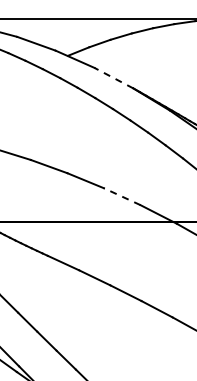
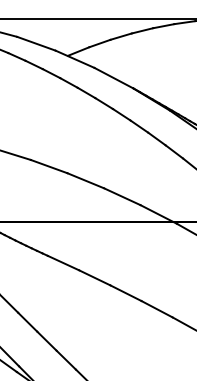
line at (113, 78): dashed -> solid
line at (121, 196): dashed -> solid
